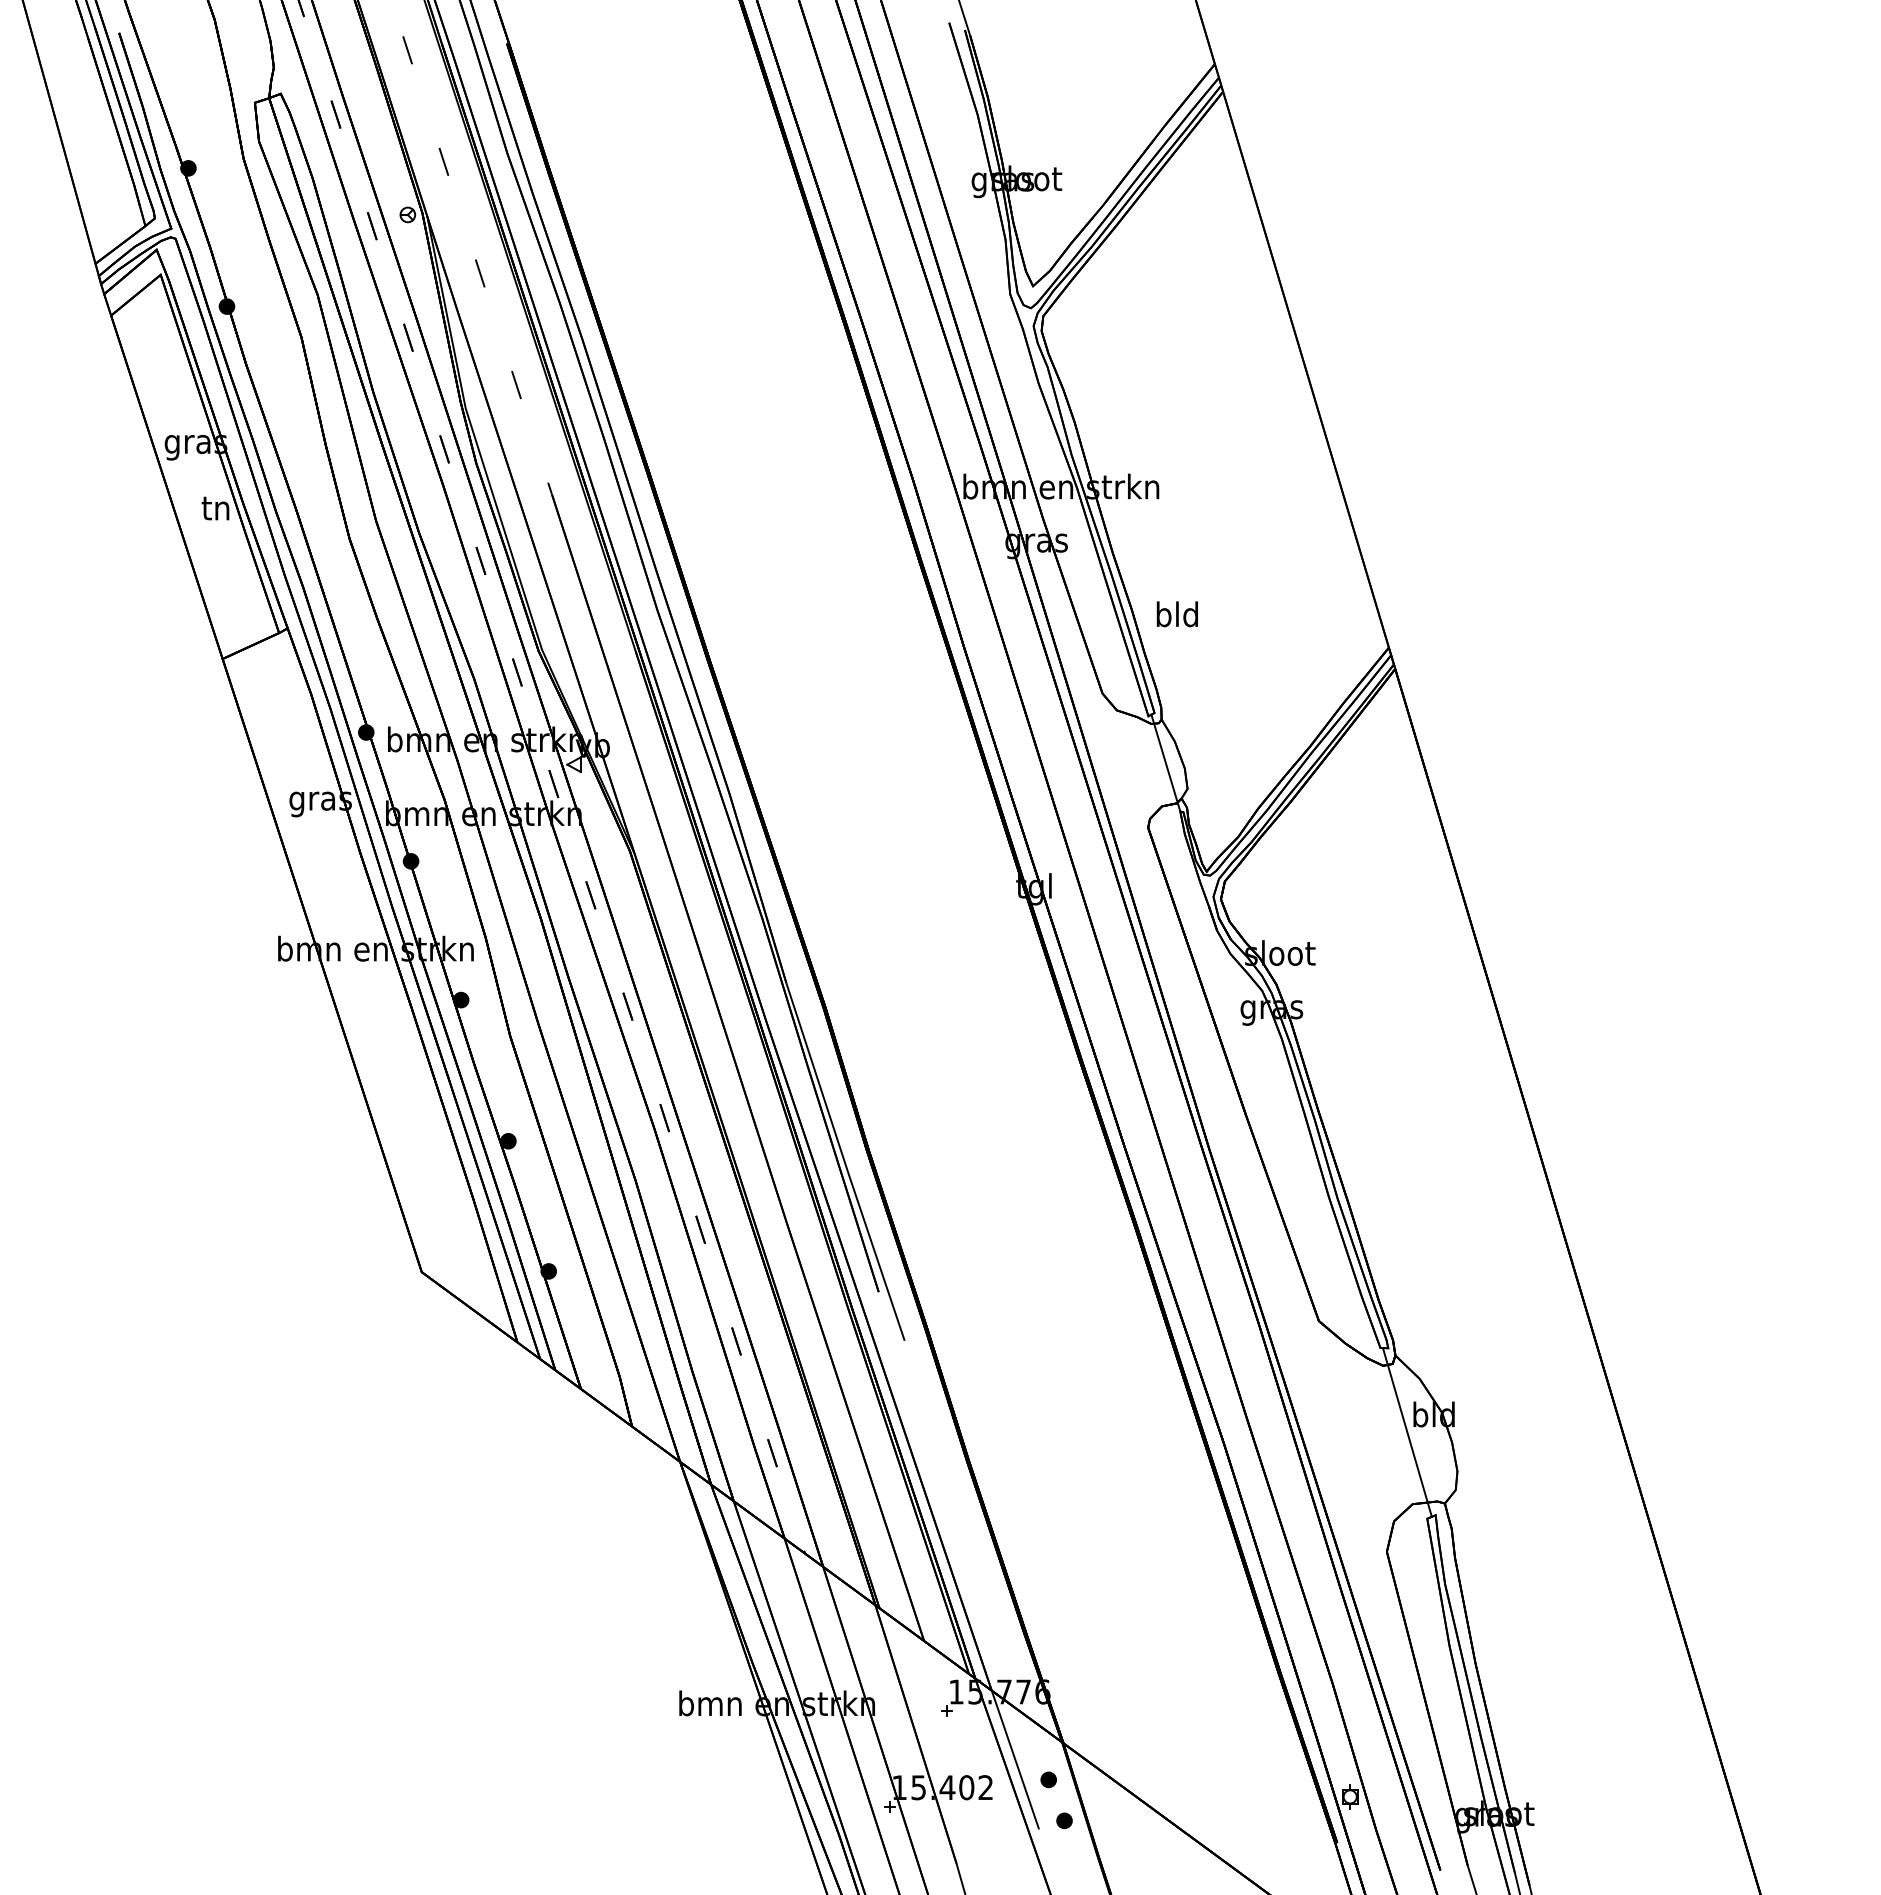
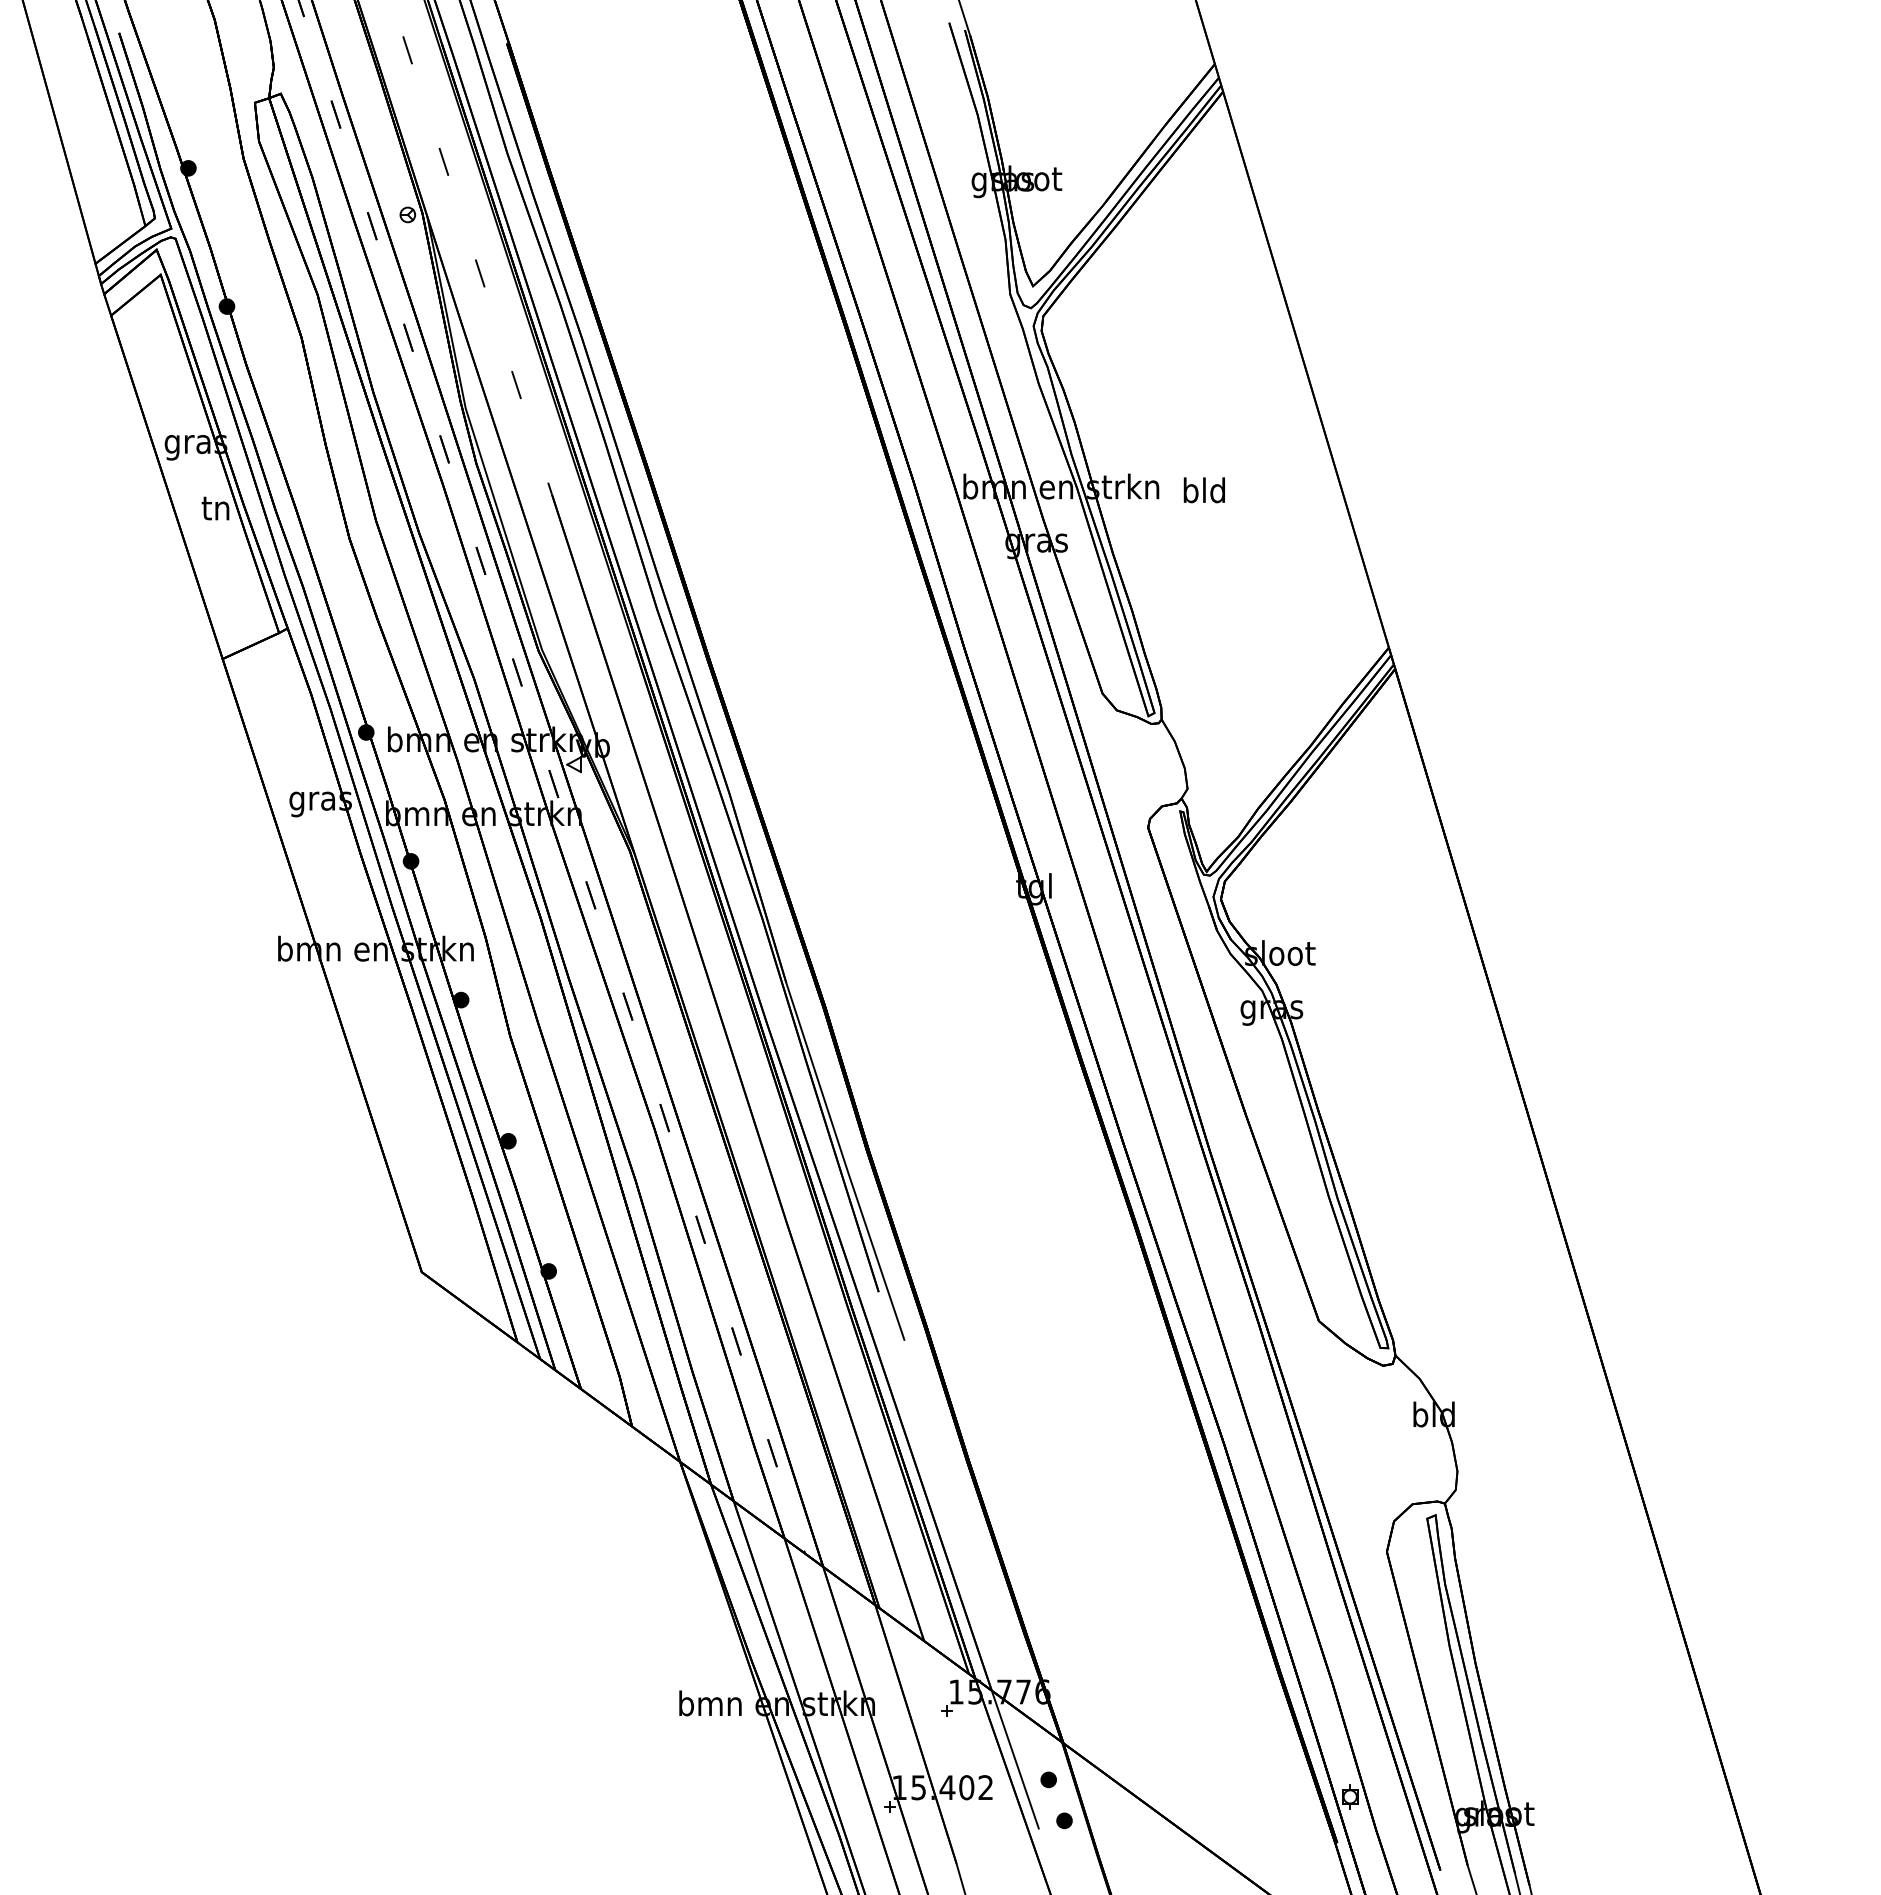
text at (1176, 614) position: (1176, 614) -> (1203, 490)
line at (1165, 762): present -> none
line at (1406, 1432): present -> none
